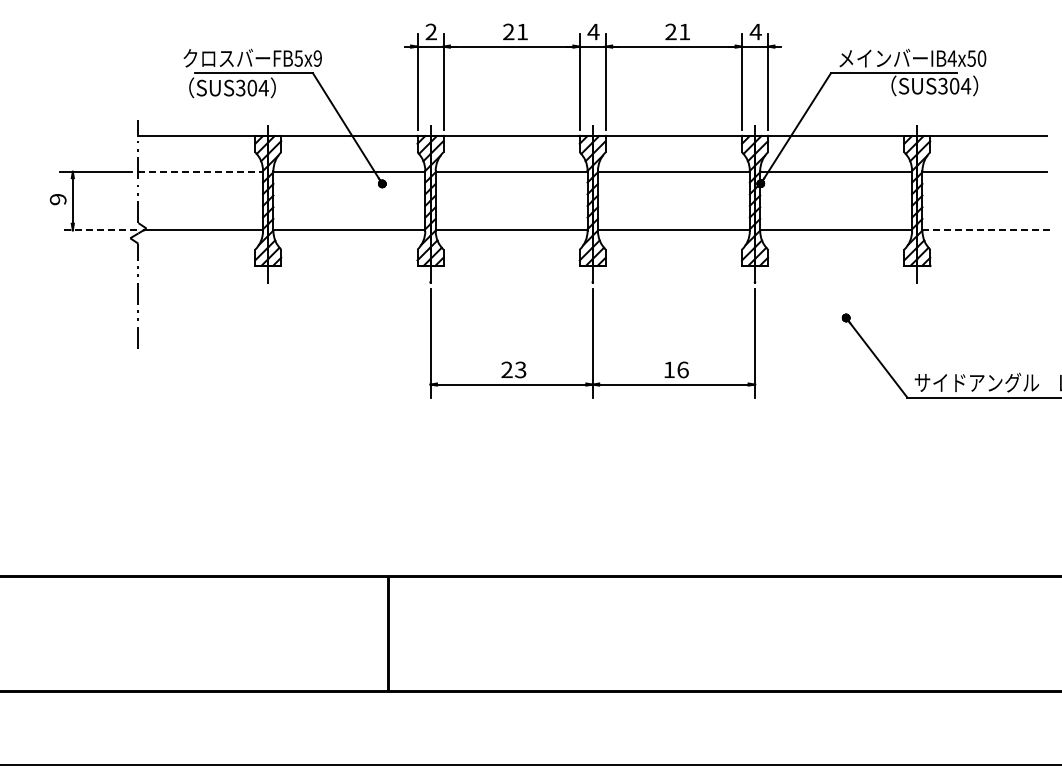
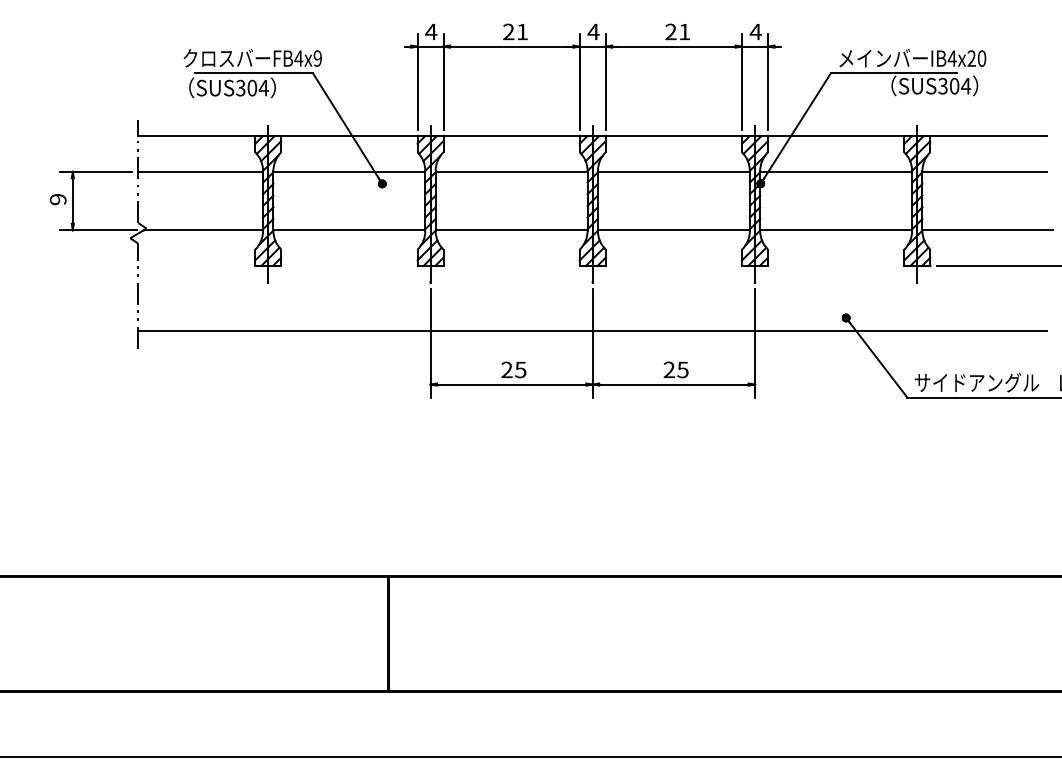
text at (431, 31): 2 -> 4
text at (298, 58): FB5x9 -> FB4x9
text at (971, 58): IB4x50 -> IB4x20
line at (201, 171): dashed -> solid
line at (98, 230): dashed -> solid
line at (988, 230): dashed -> solid
line at (997, 265): none -> present
line at (592, 330): none -> present
text at (520, 369): 23 -> 25
text at (675, 369): 16 -> 25
line at (530, 765) position: (530, 765) -> (530, 757)
